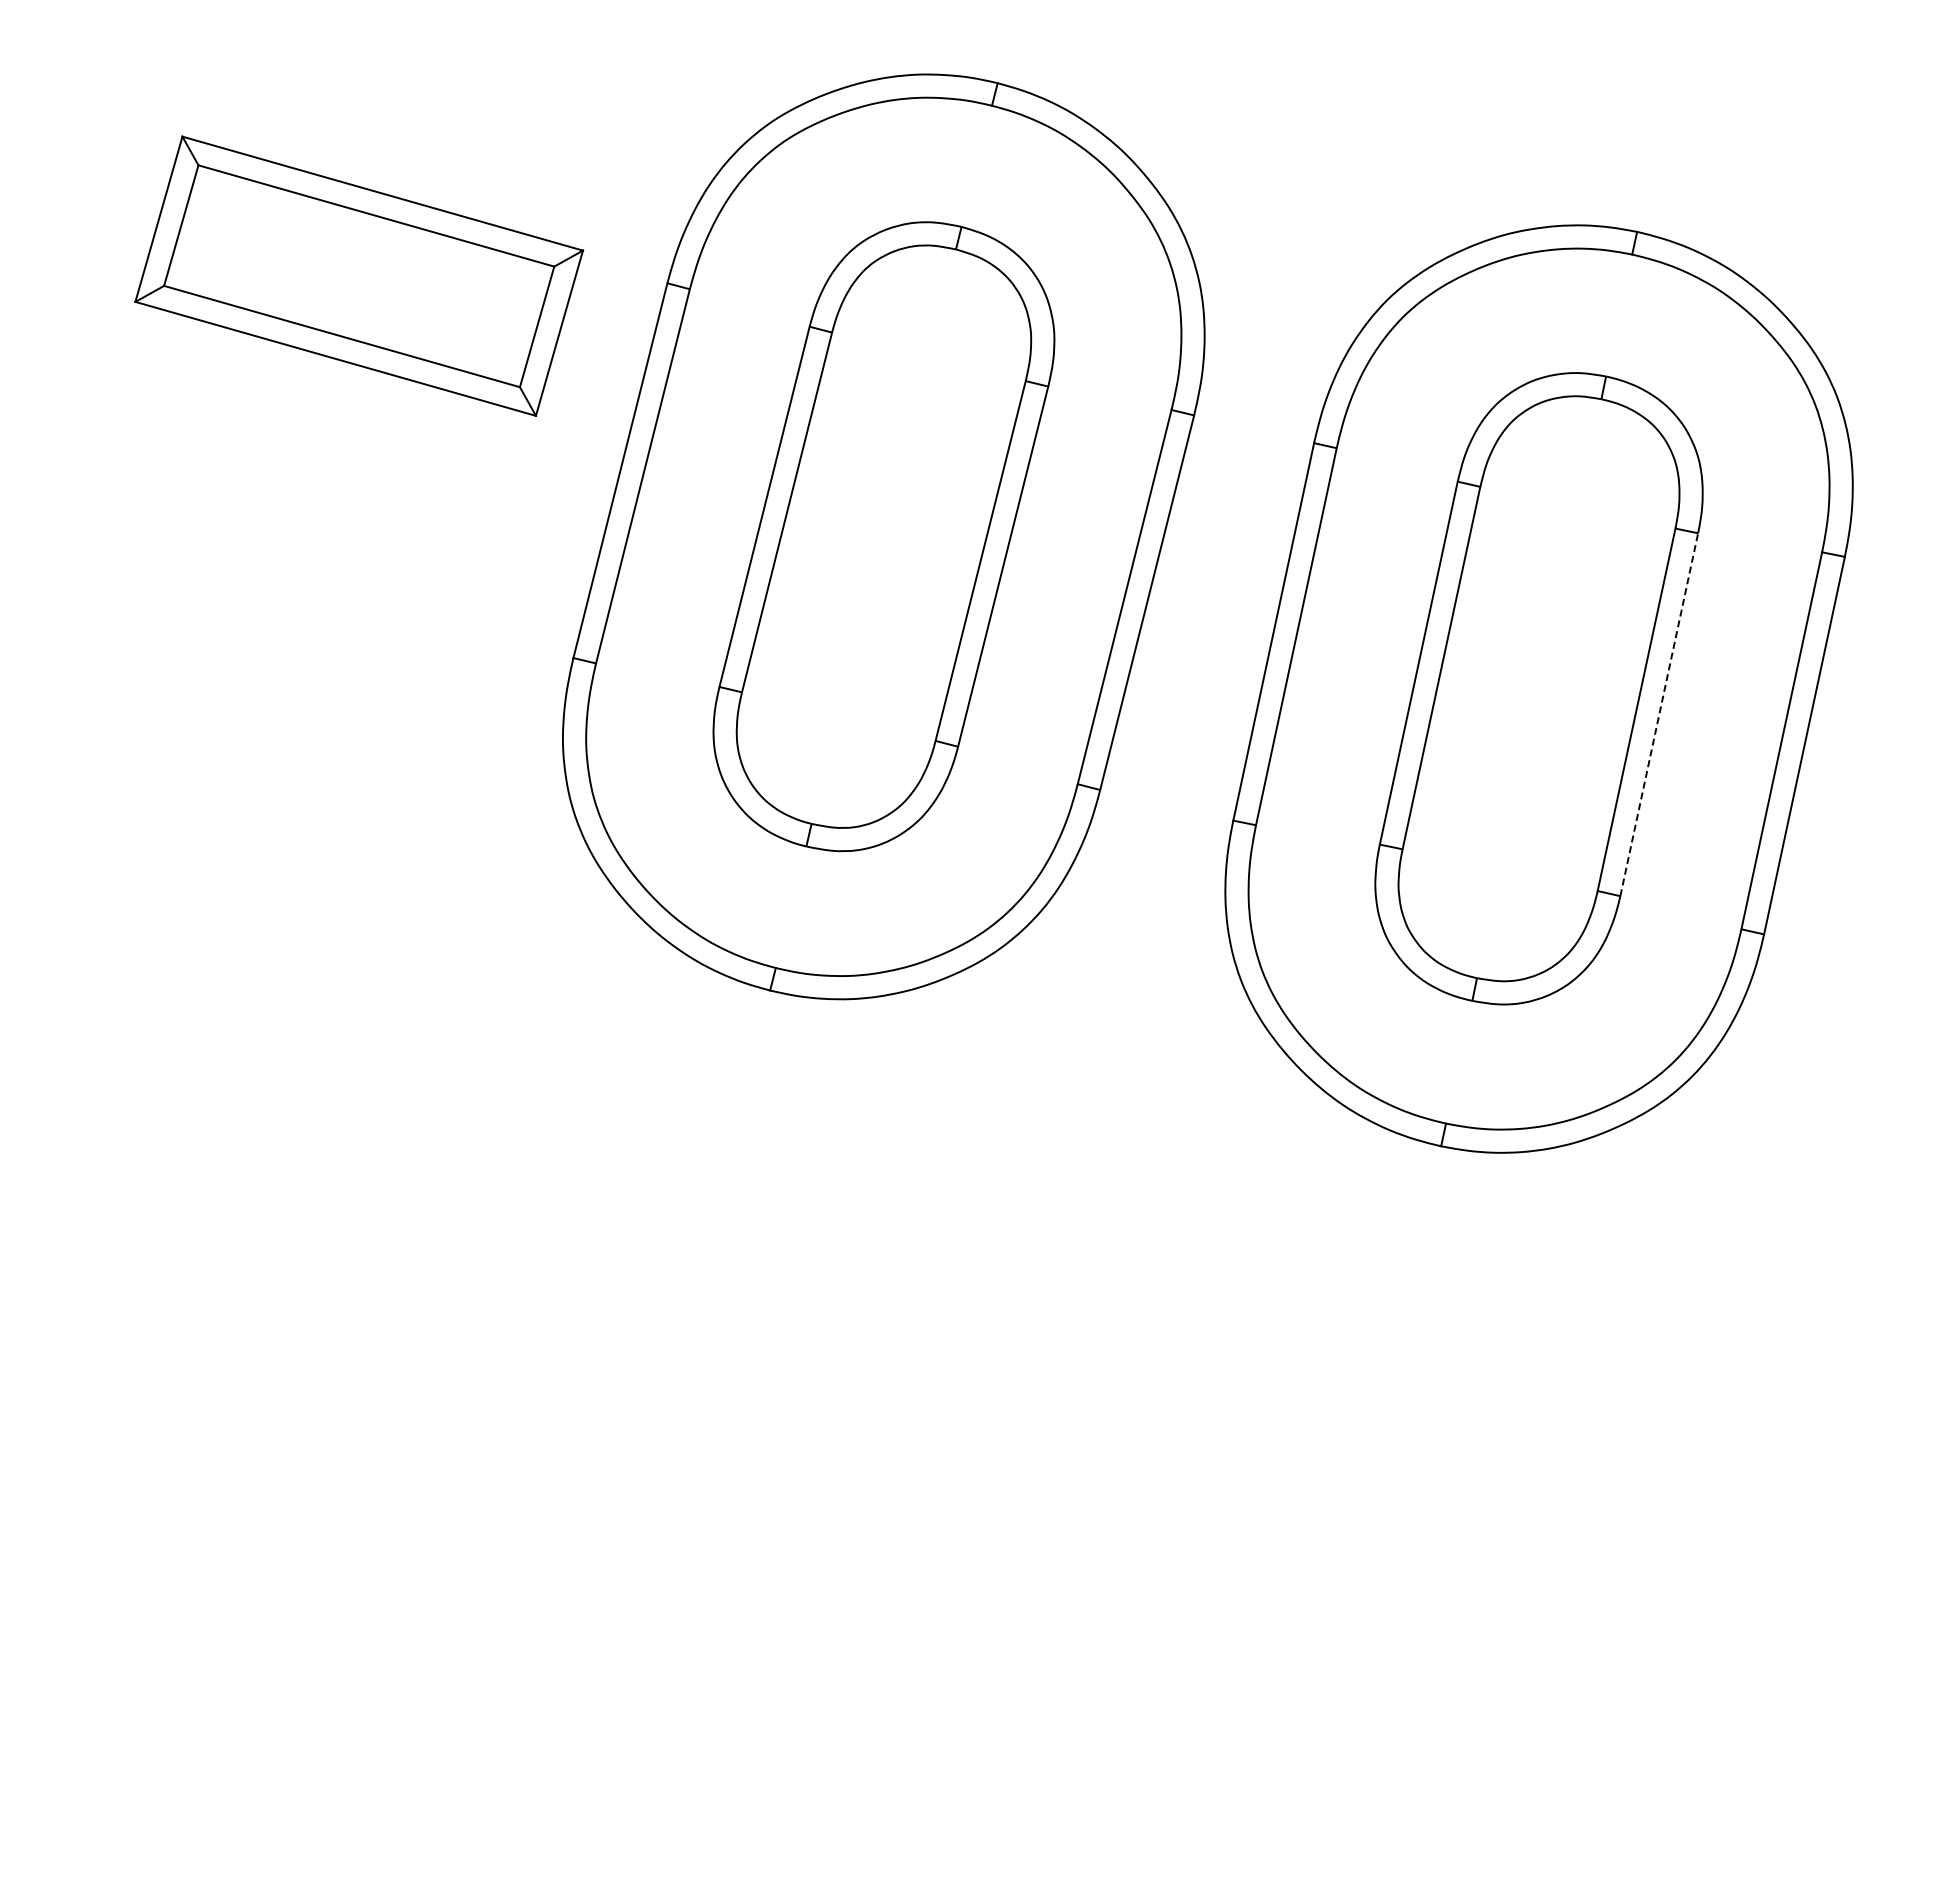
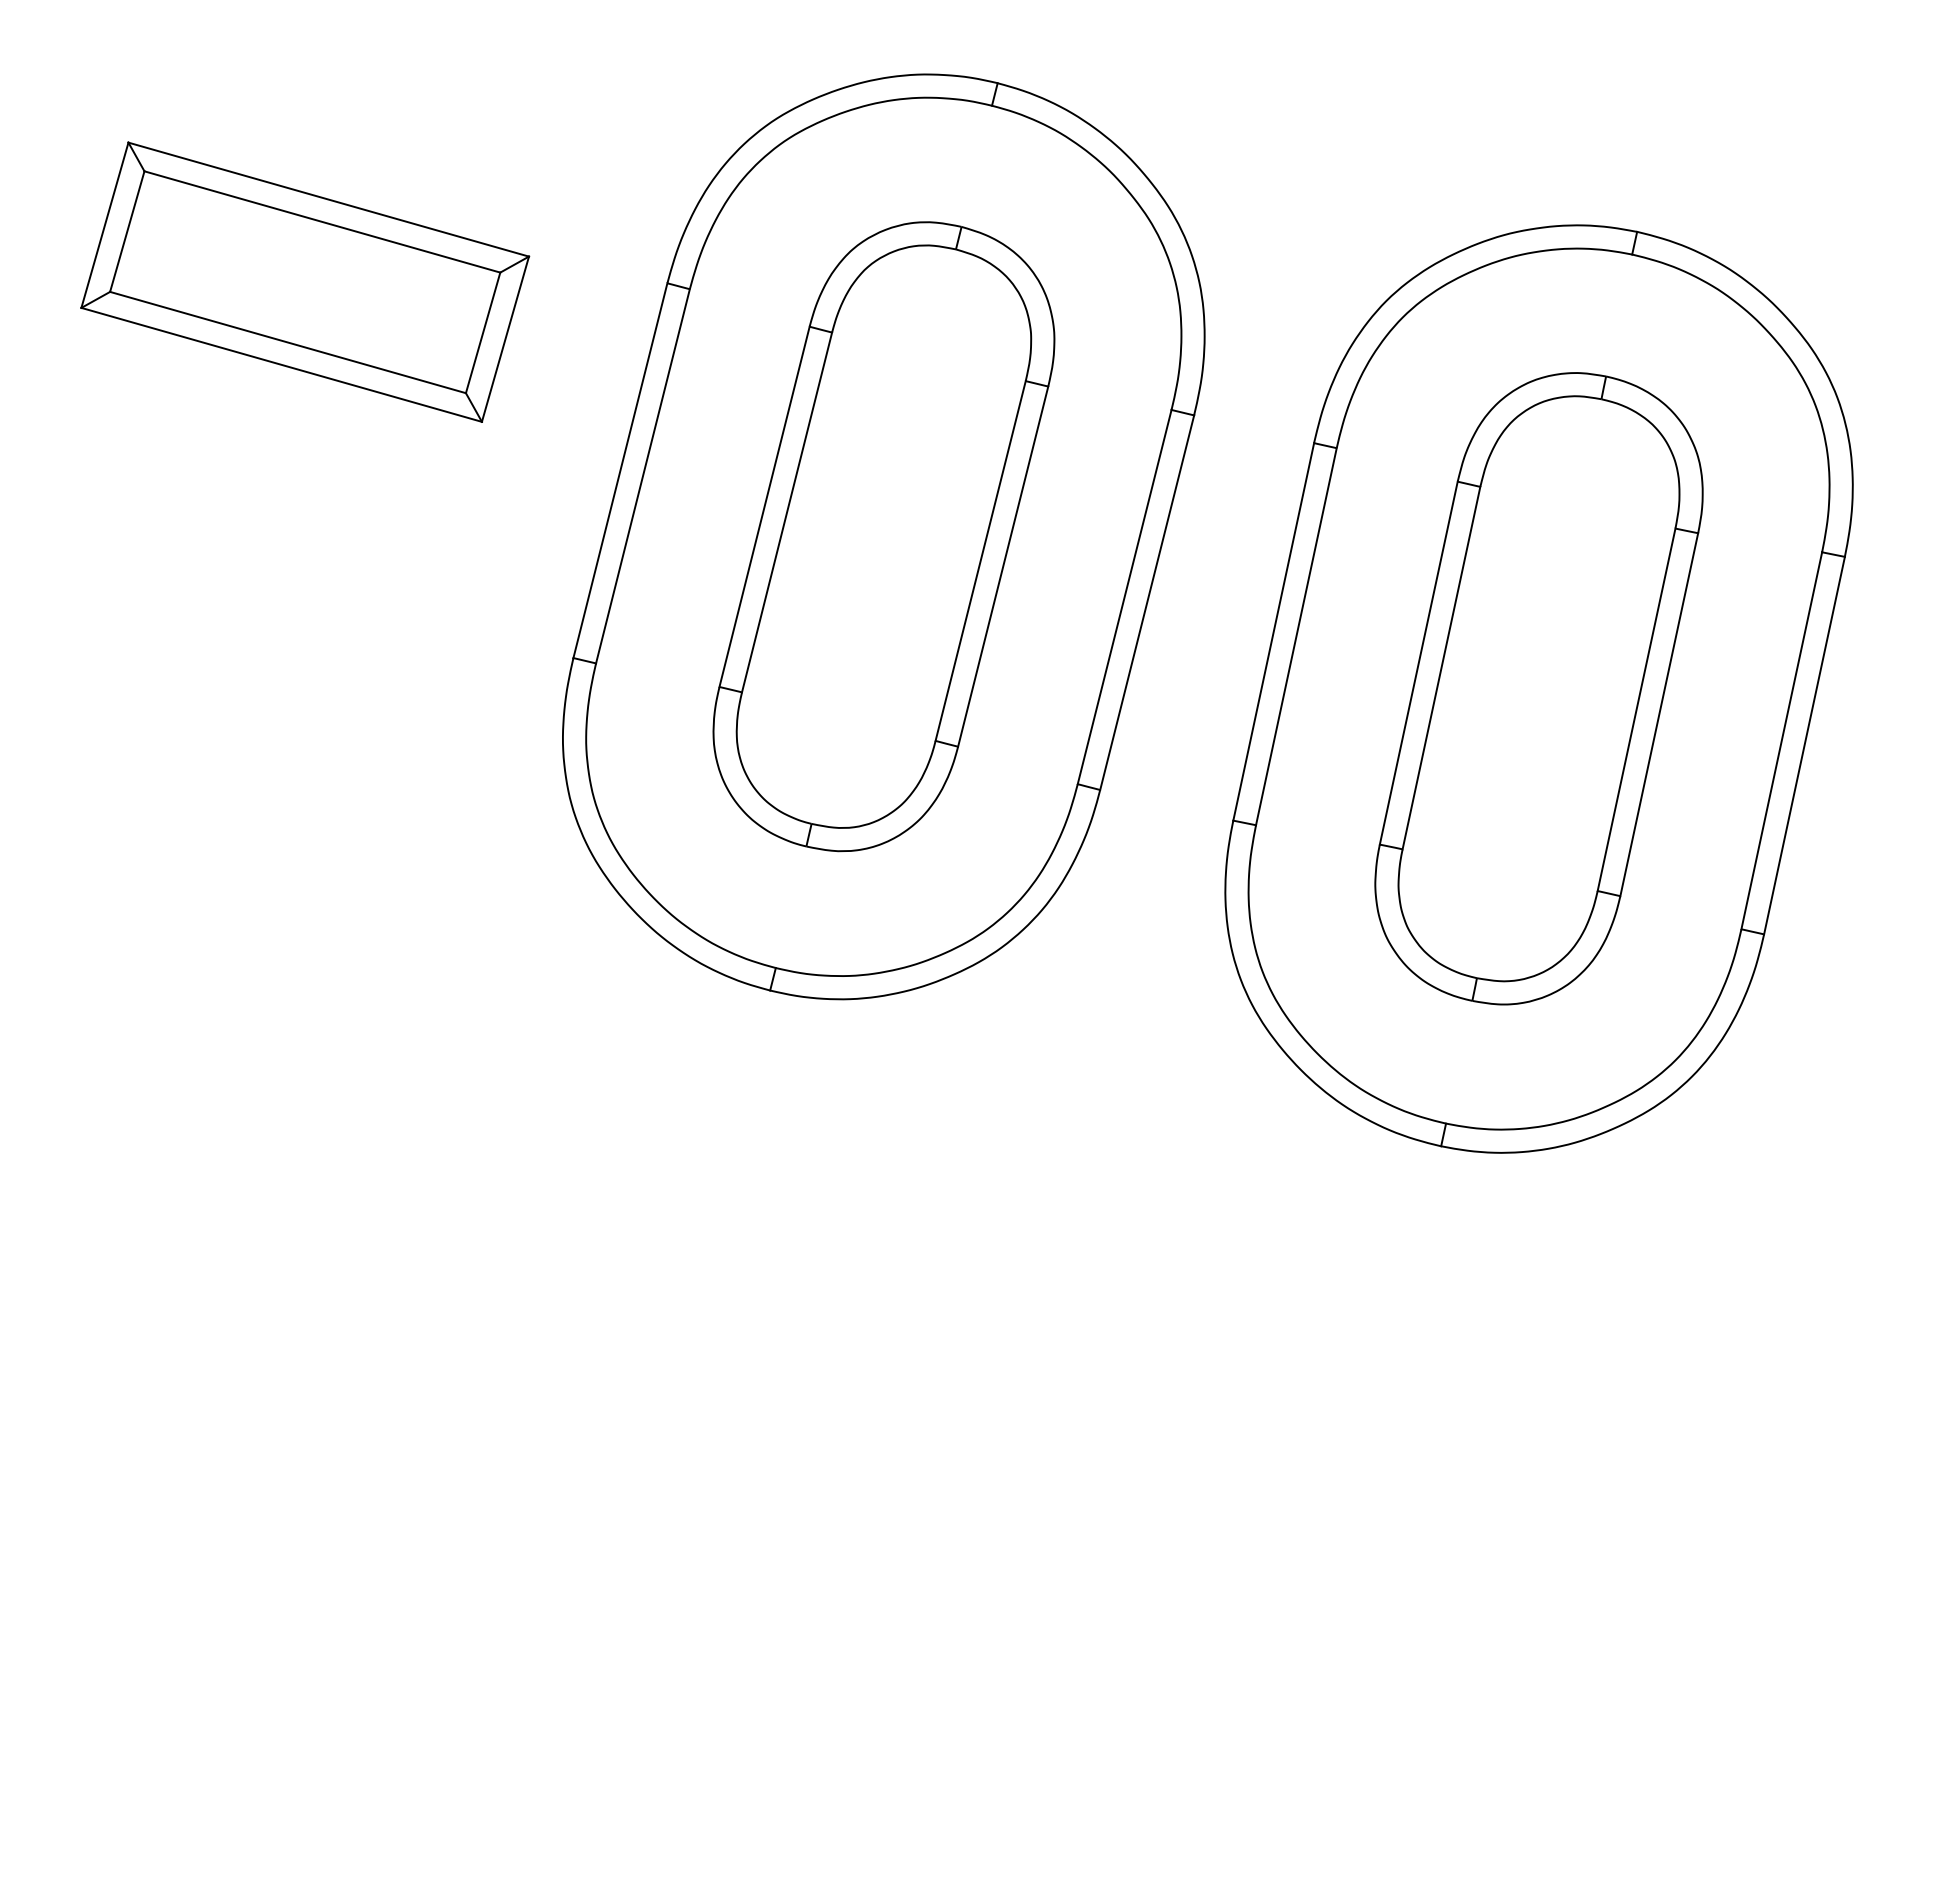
part at (359, 275) position: (359, 275) -> (305, 281)
line at (1659, 714): dashed -> solid
